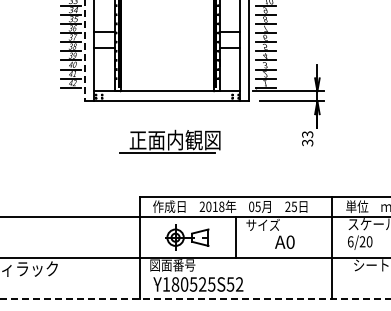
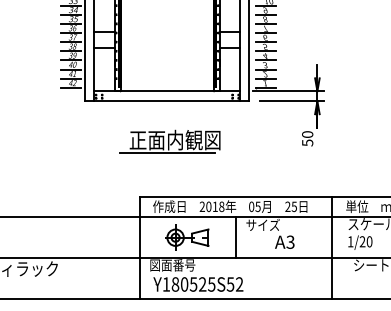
line at (85, 51): dashed -> solid
text at (307, 138): 33 -> 50
text at (290, 241): A0 -> A3
text at (350, 241): 6/20 -> 1/20
line at (195, 299): dashed -> solid
